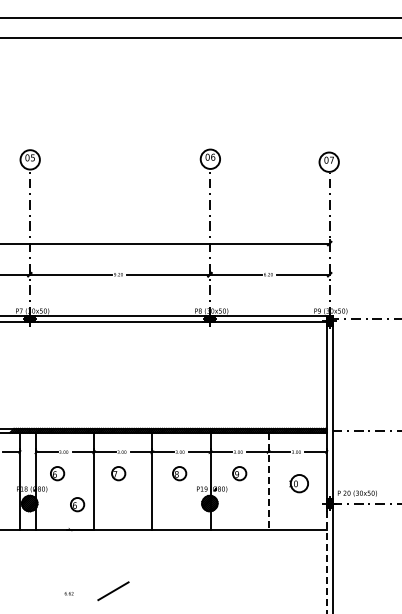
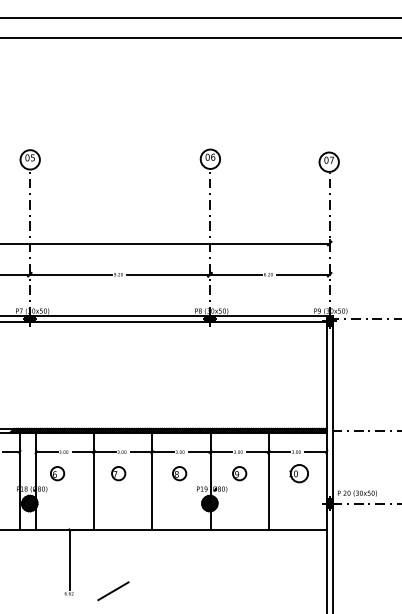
line at (268, 481): dashed -> solid
part at (298, 483) position: (298, 483) -> (298, 473)
part at (77, 504): present -> none
line at (70, 559): none -> present
line at (326, 562): dashed -> solid
